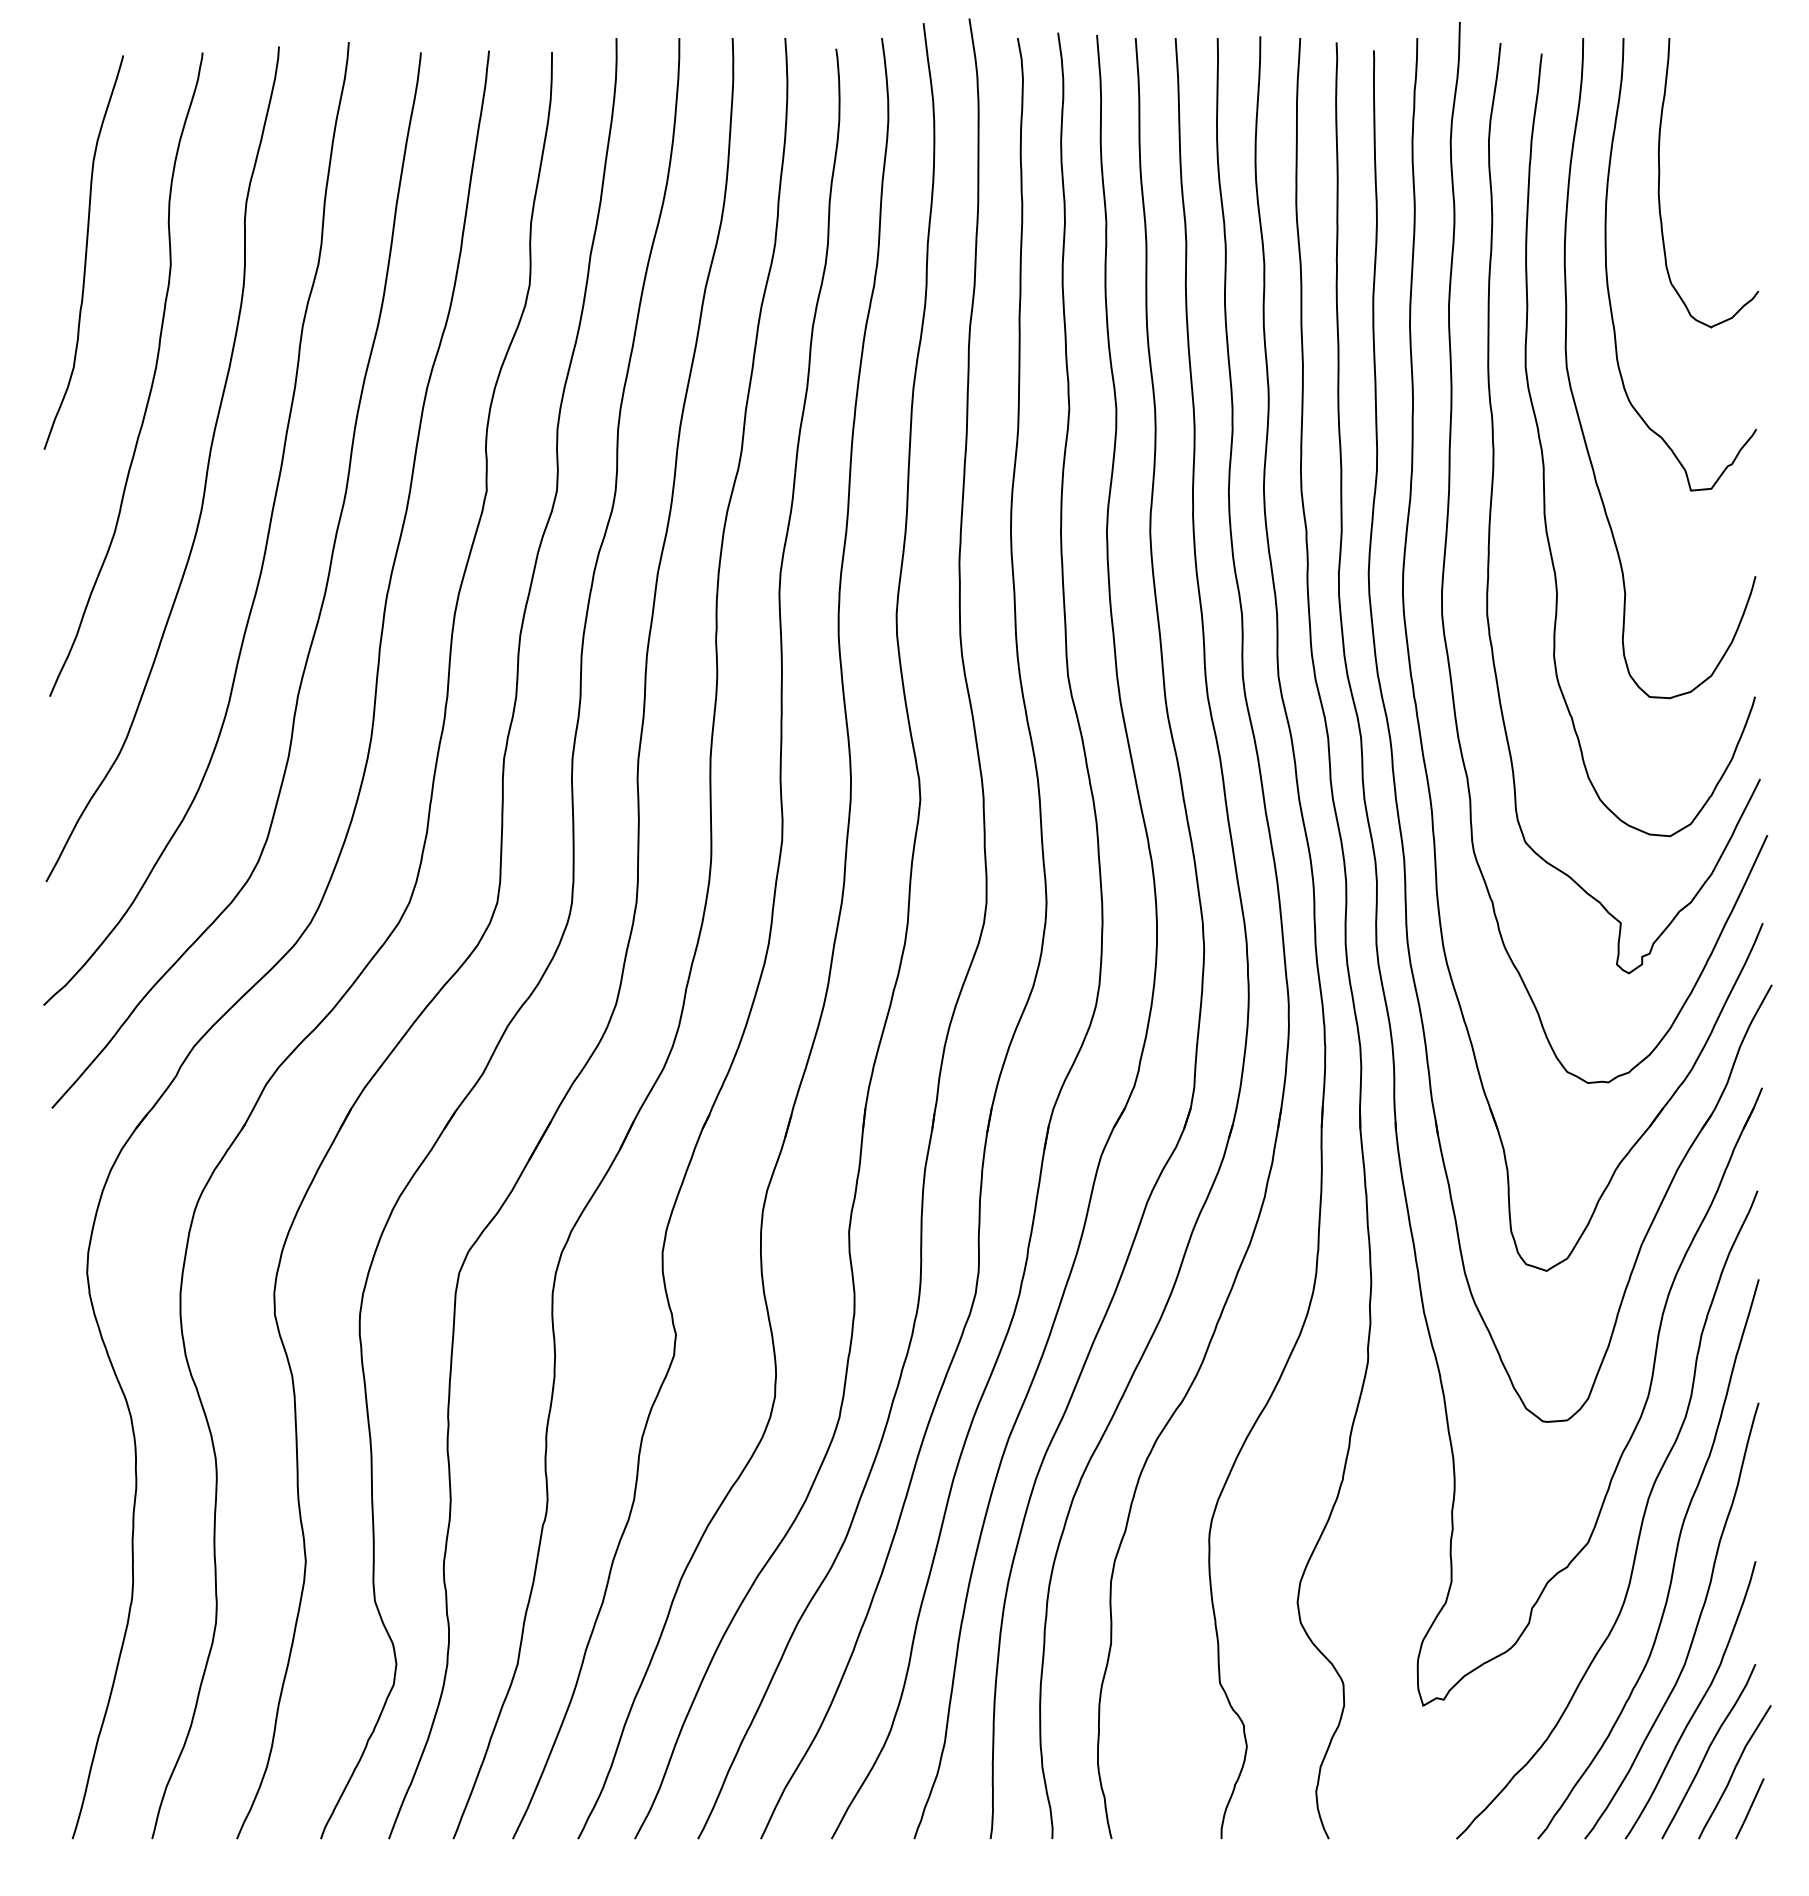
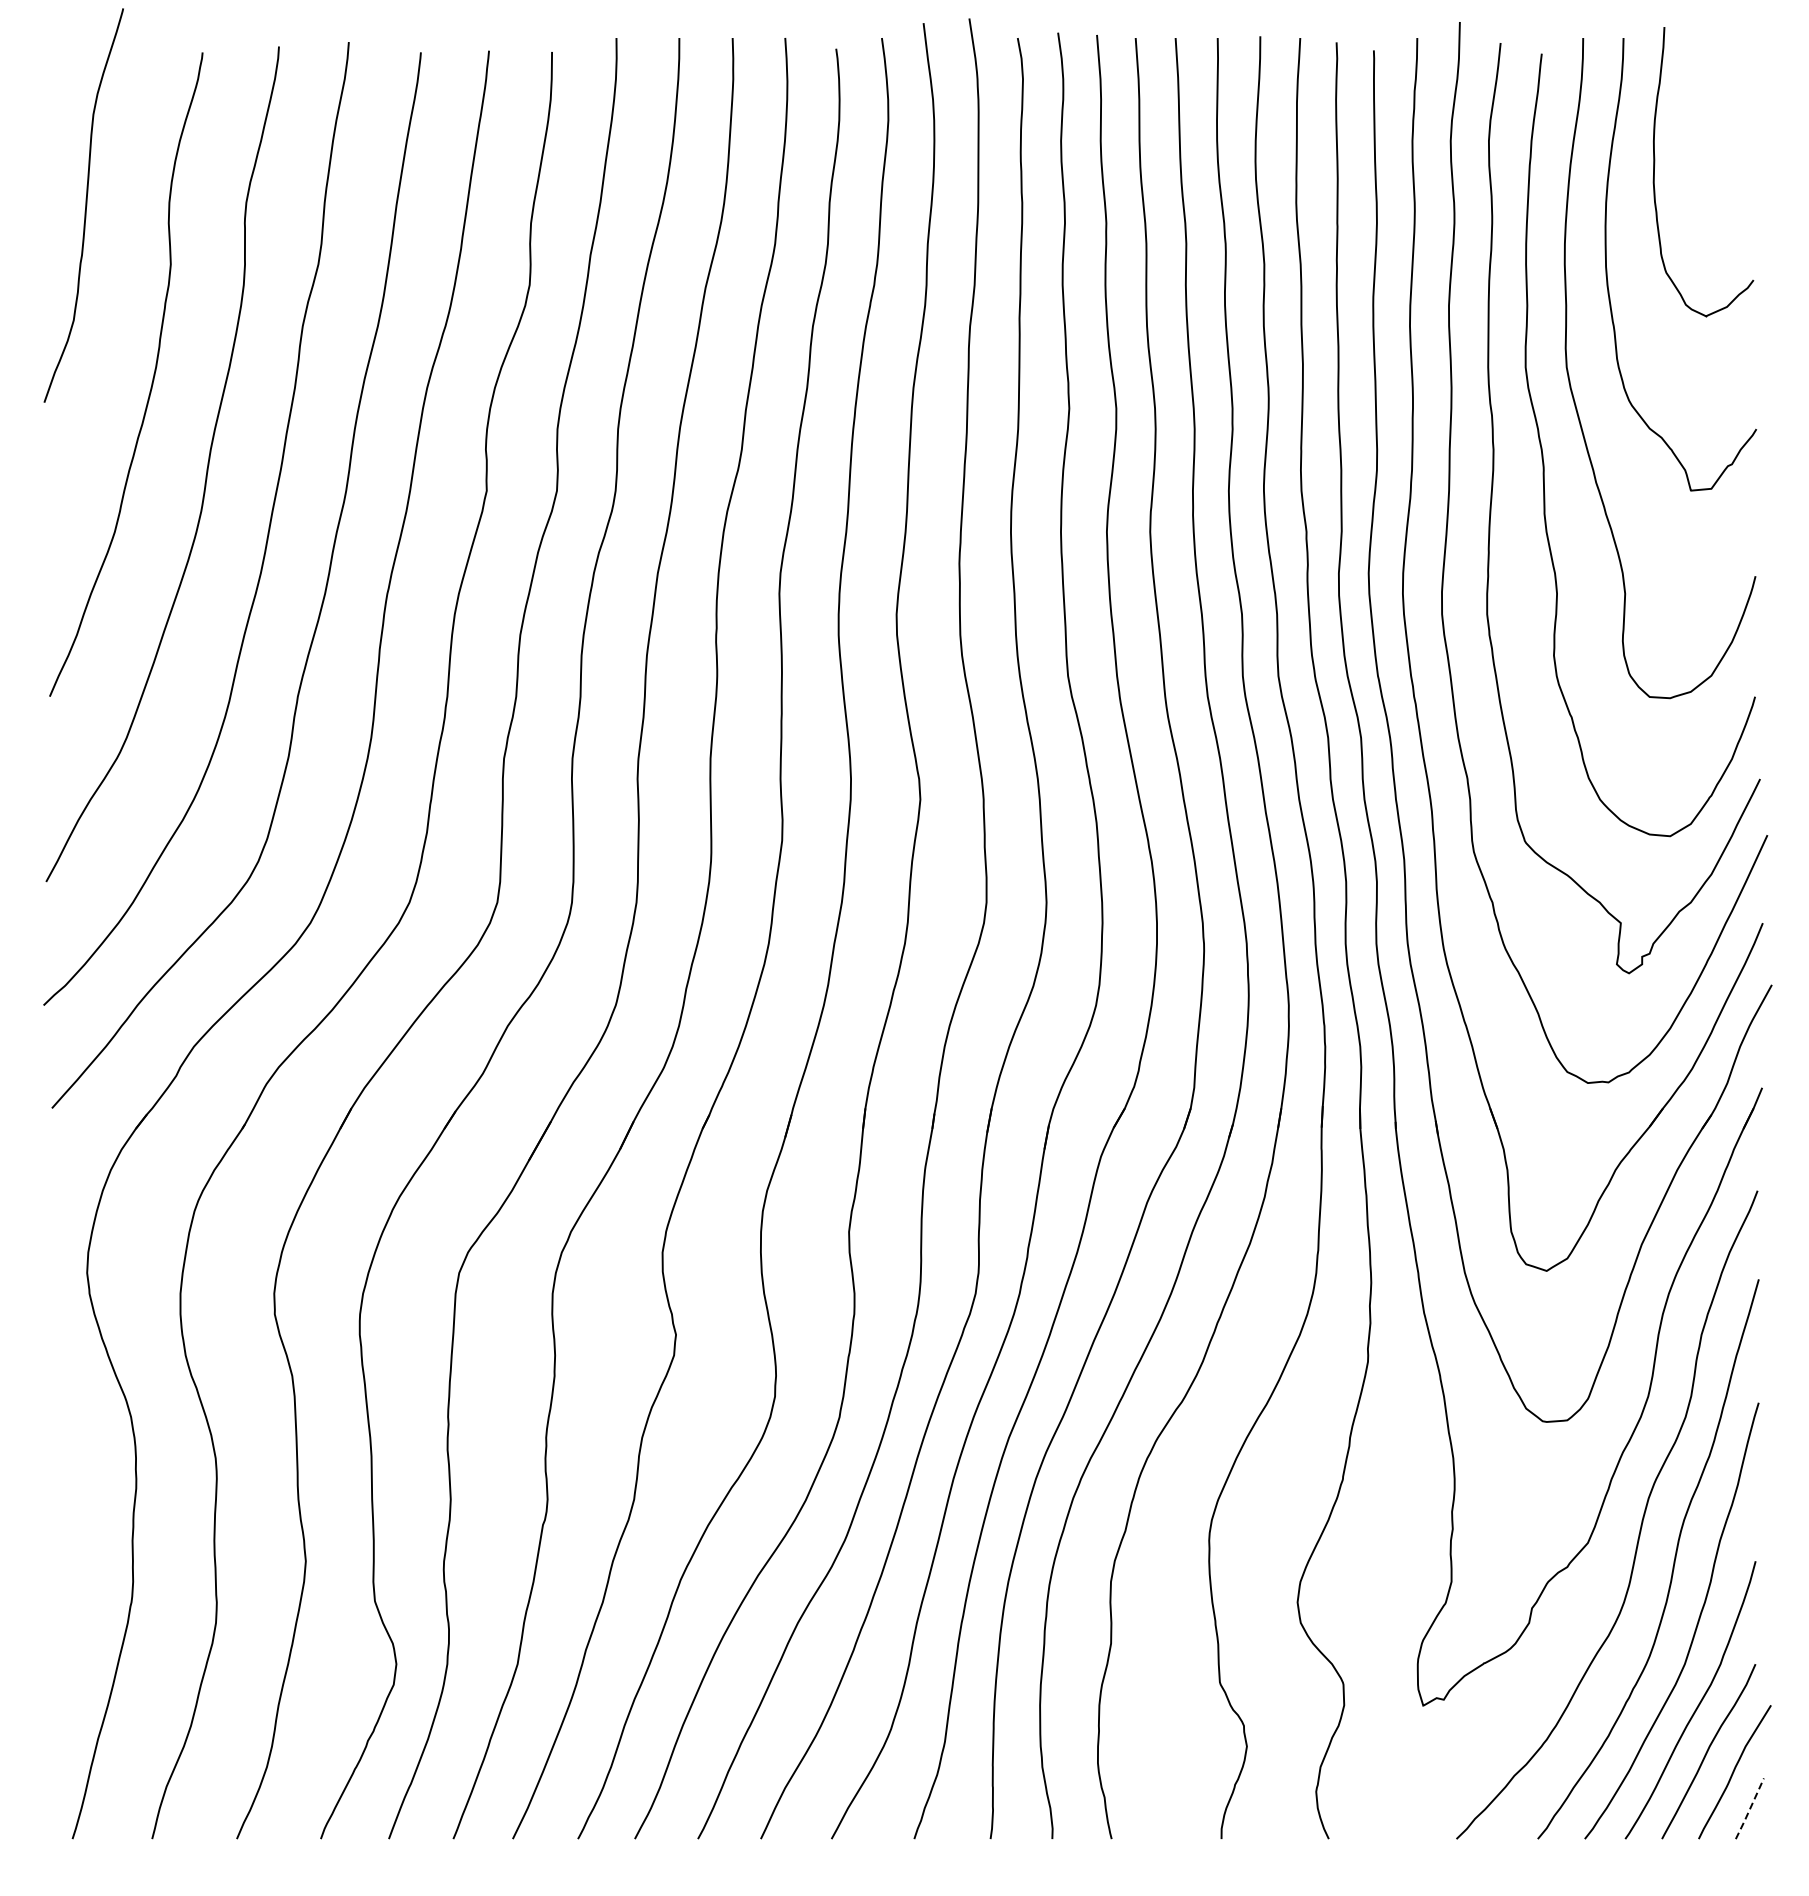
curve at (1660, 175) position: (1660, 175) -> (1655, 164)
curve at (85, 252) position: (85, 252) -> (85, 205)
line at (1750, 1809): solid -> dashed
